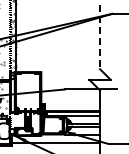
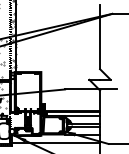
line at (100, 37): dashed -> solid
